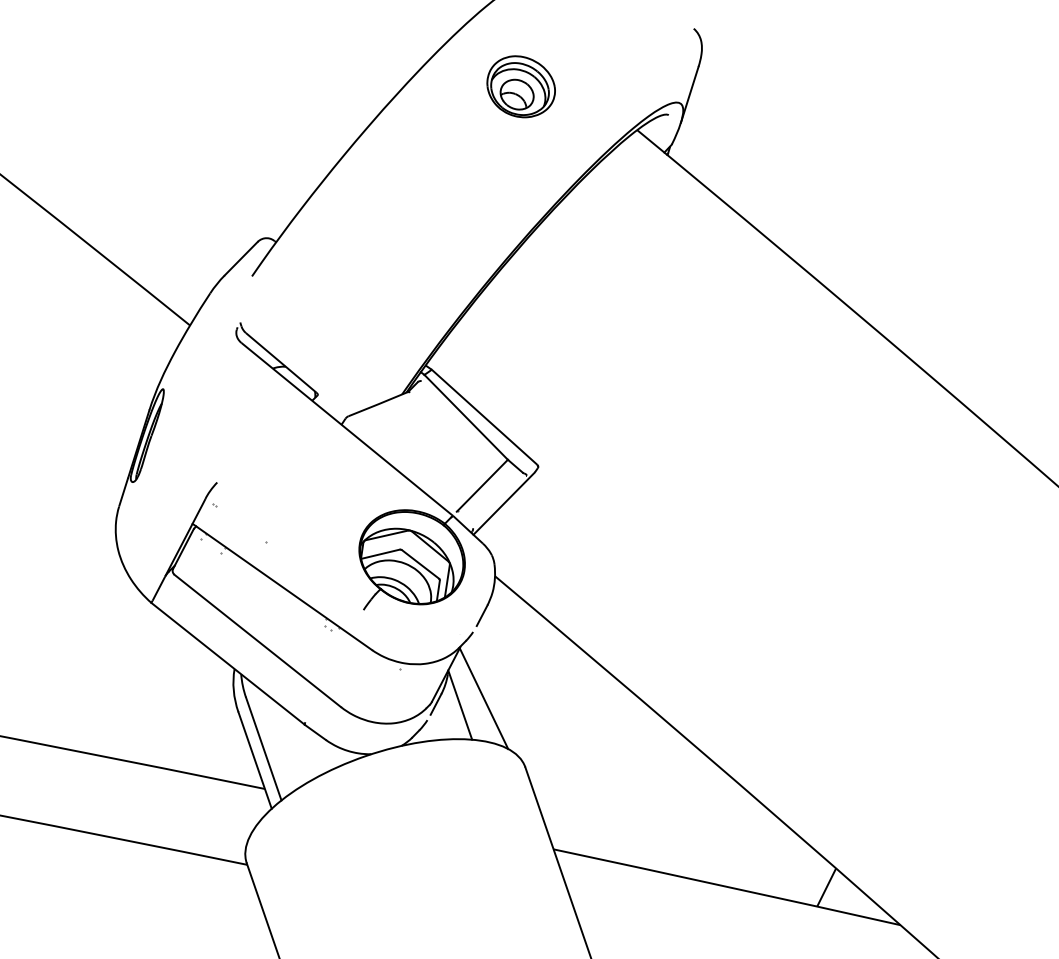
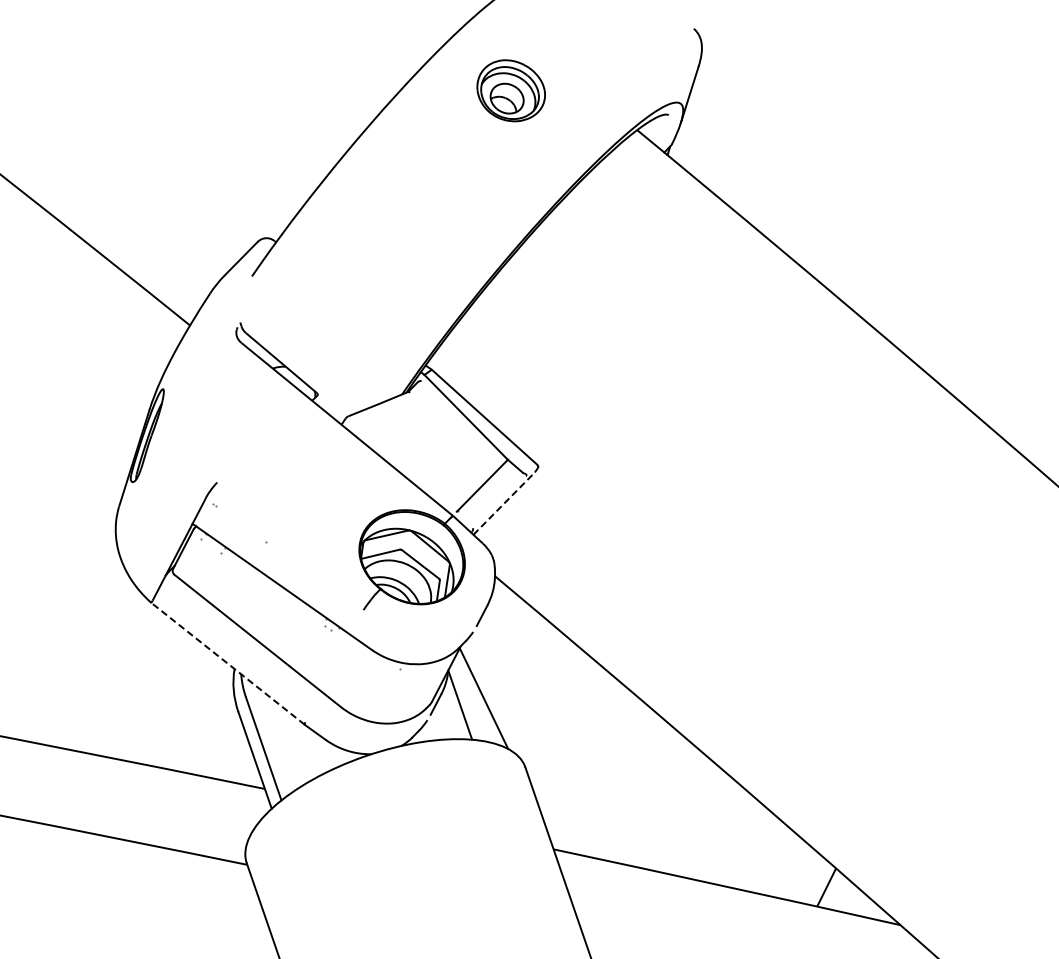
part at (520, 86) position: (520, 86) -> (510, 90)
line at (504, 503): solid -> dashed
line at (228, 663): solid -> dashed
